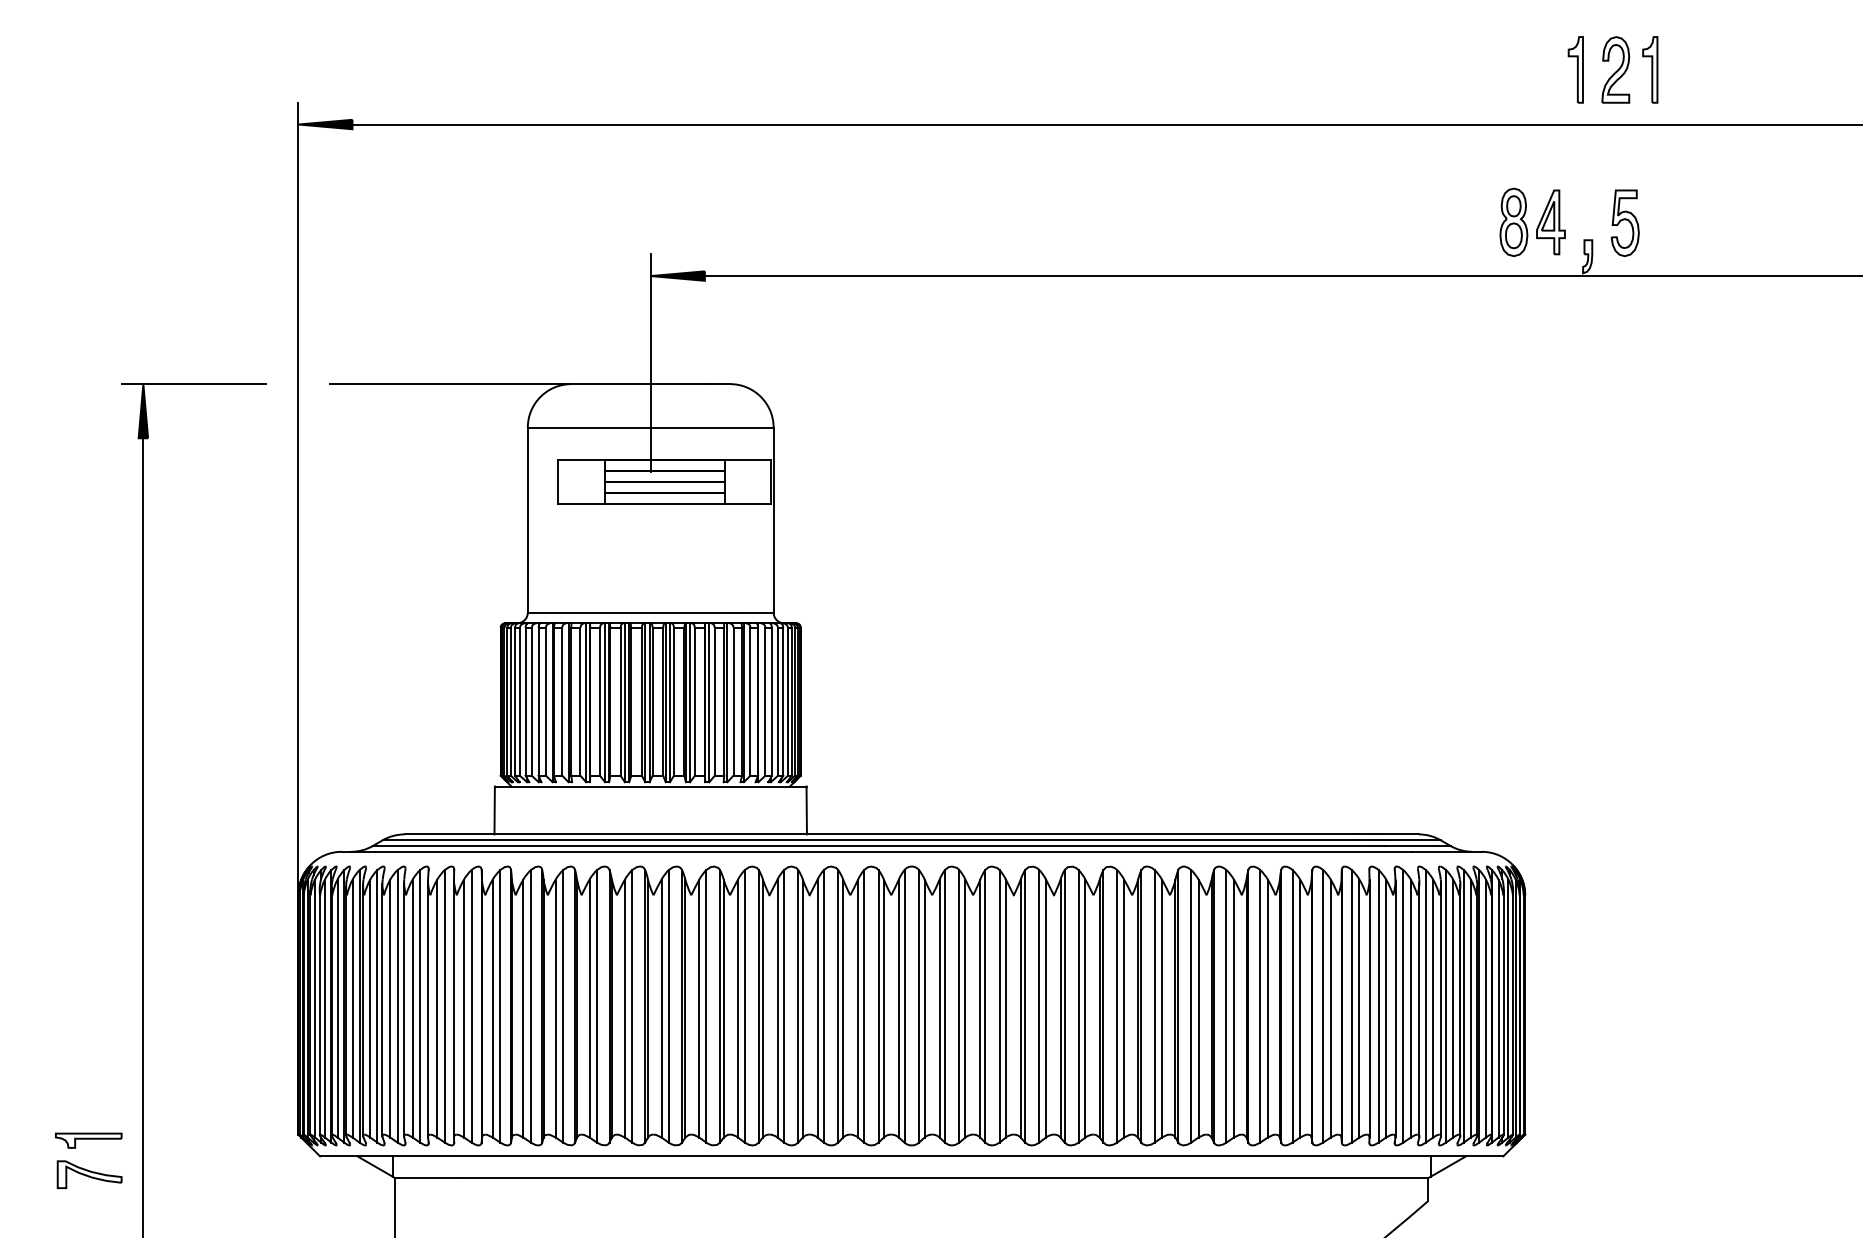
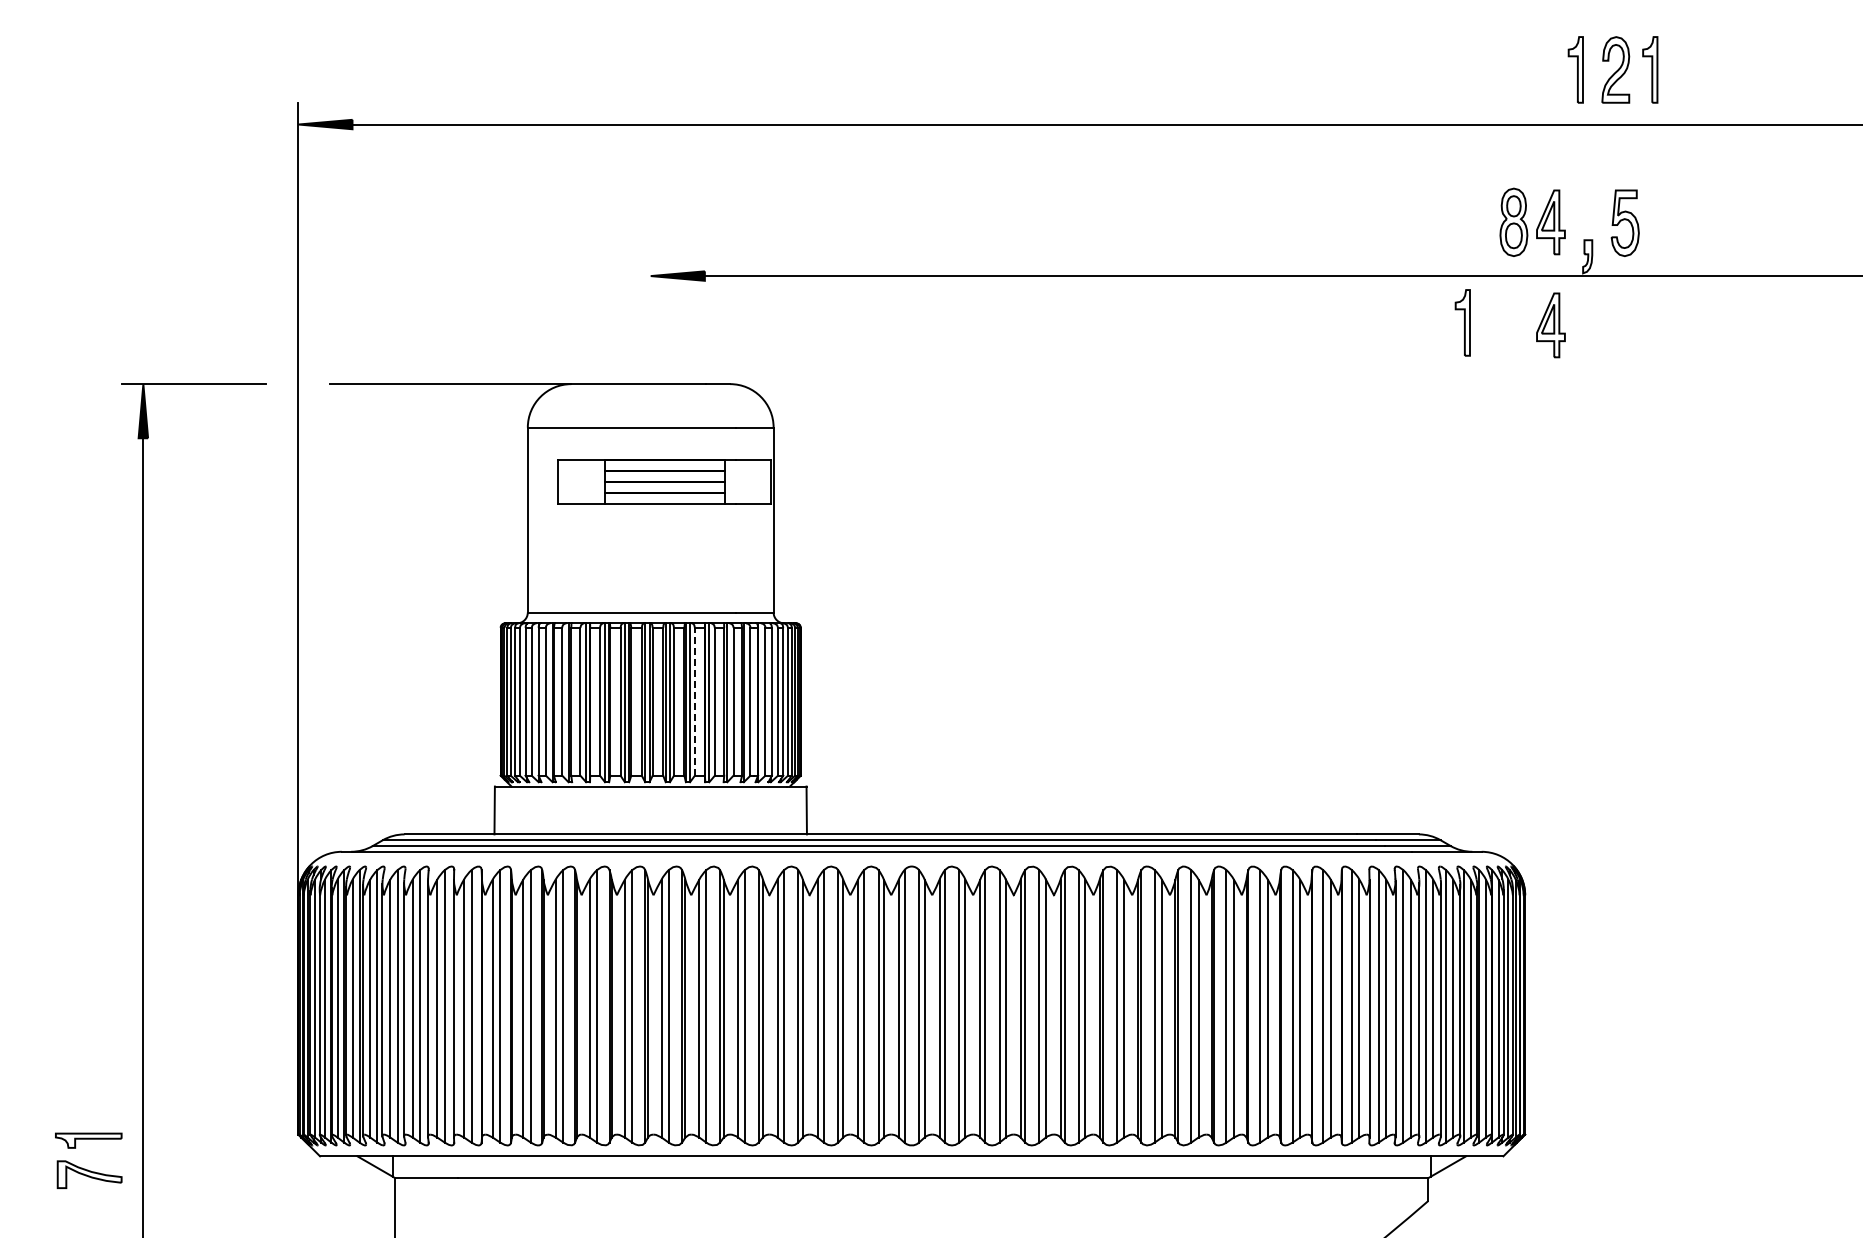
part at (1462, 322): none -> present
part at (1550, 325): none -> present
line at (650, 363): present -> none
line at (694, 701): solid -> dashed
